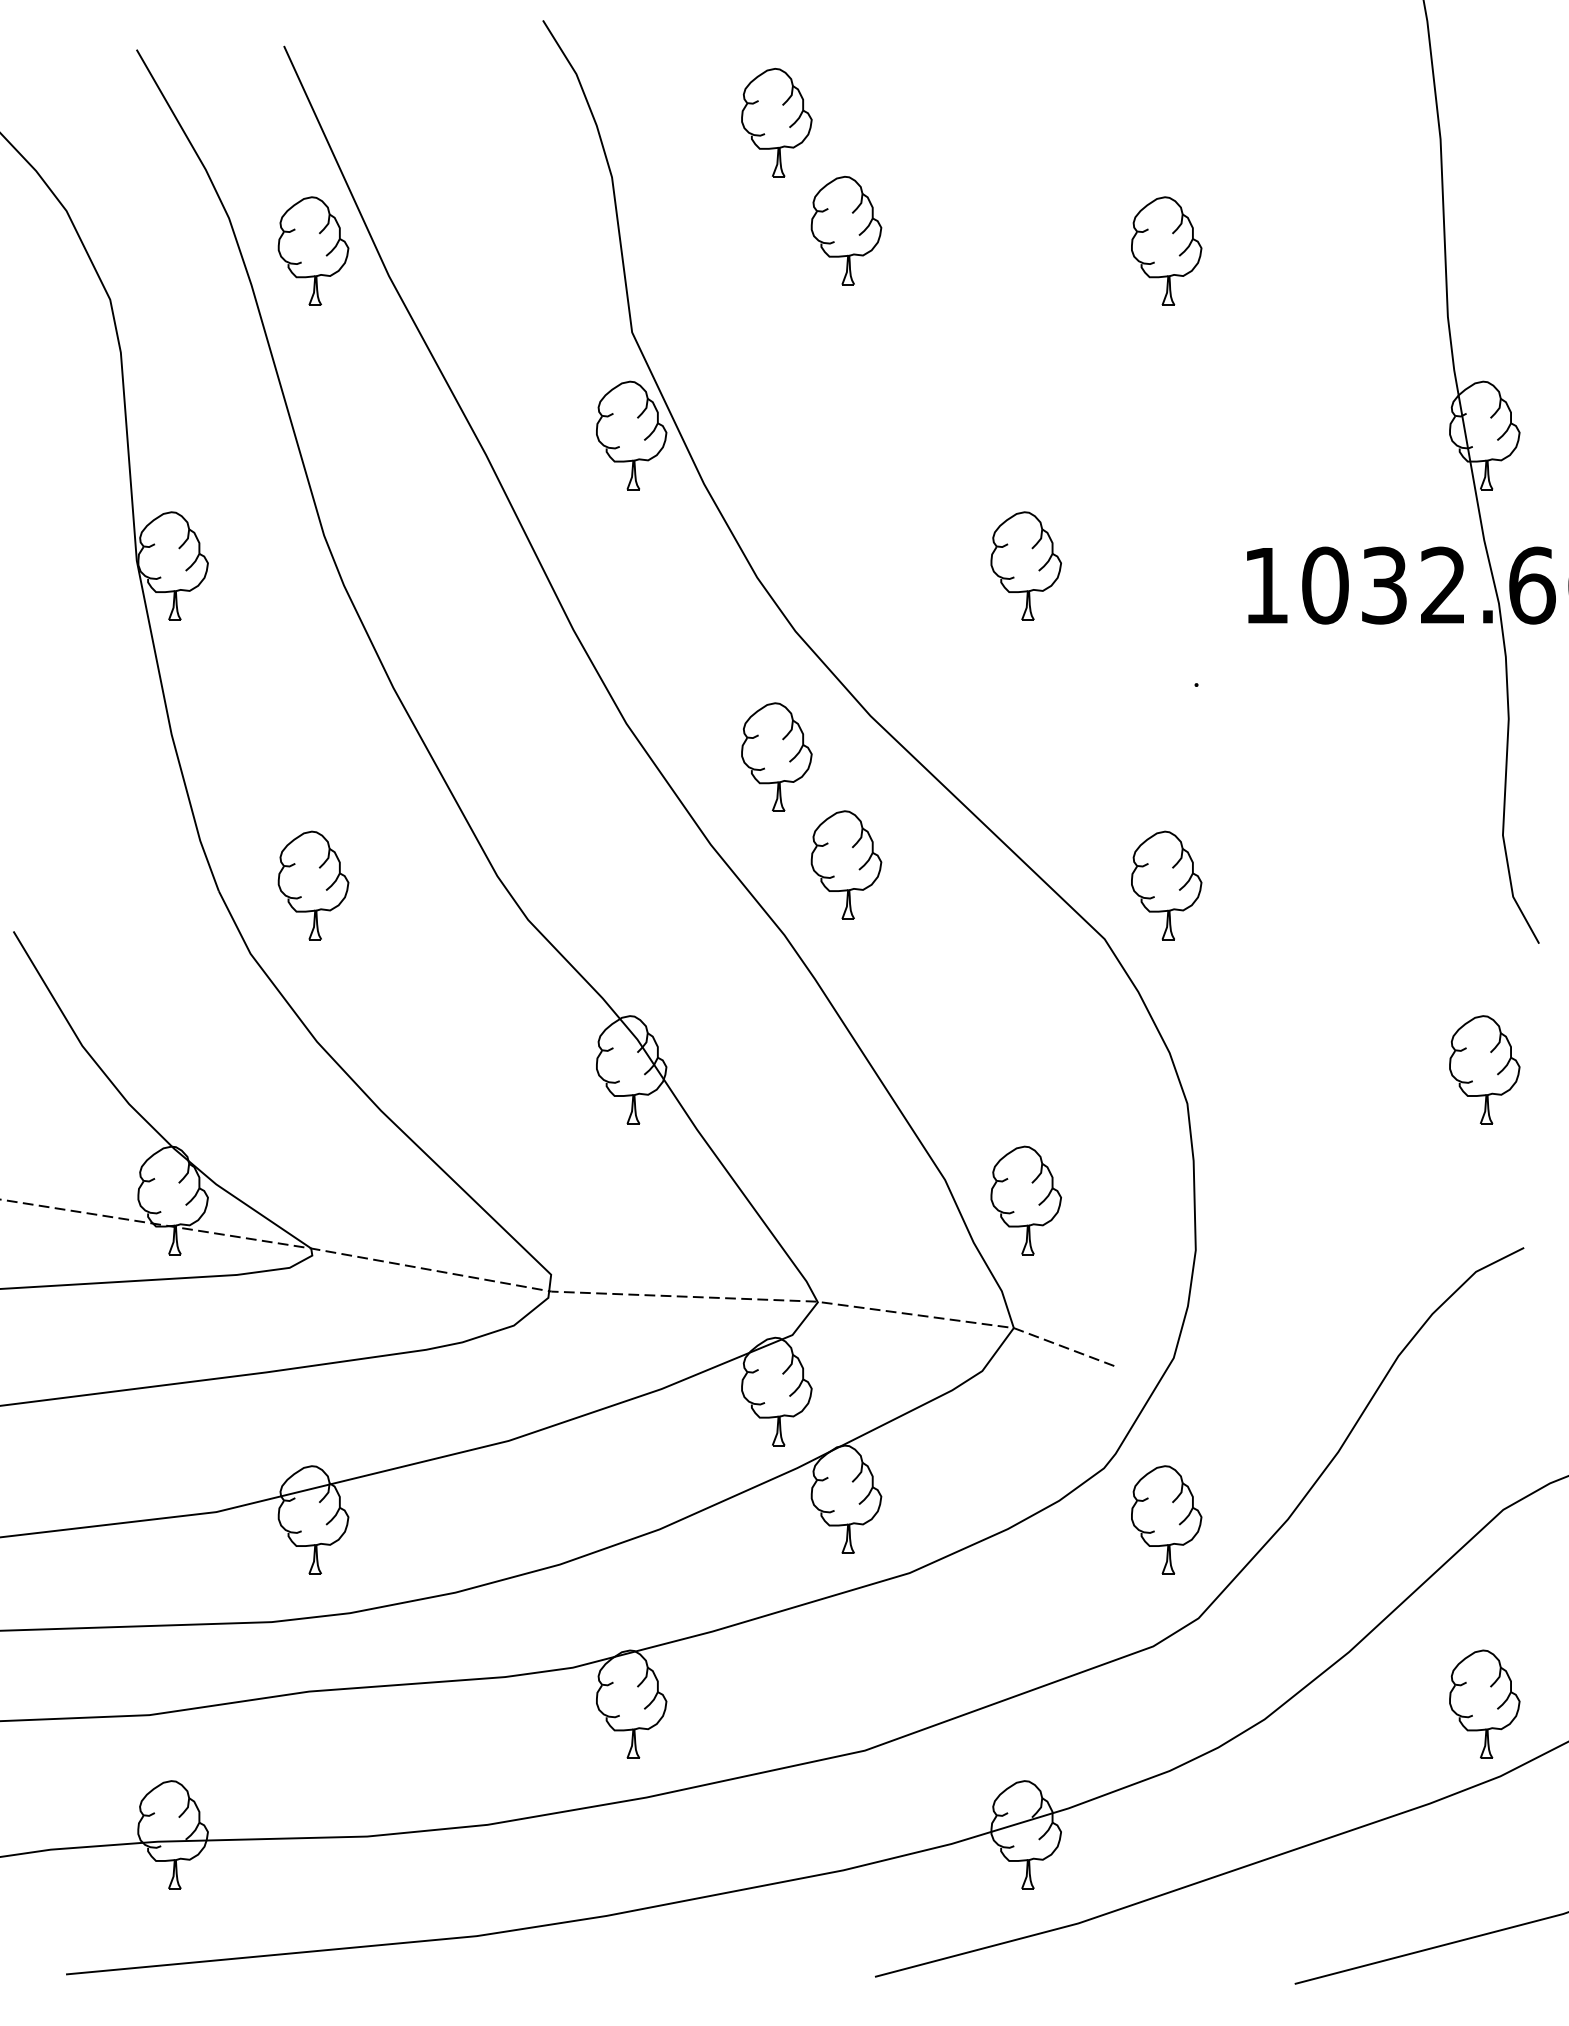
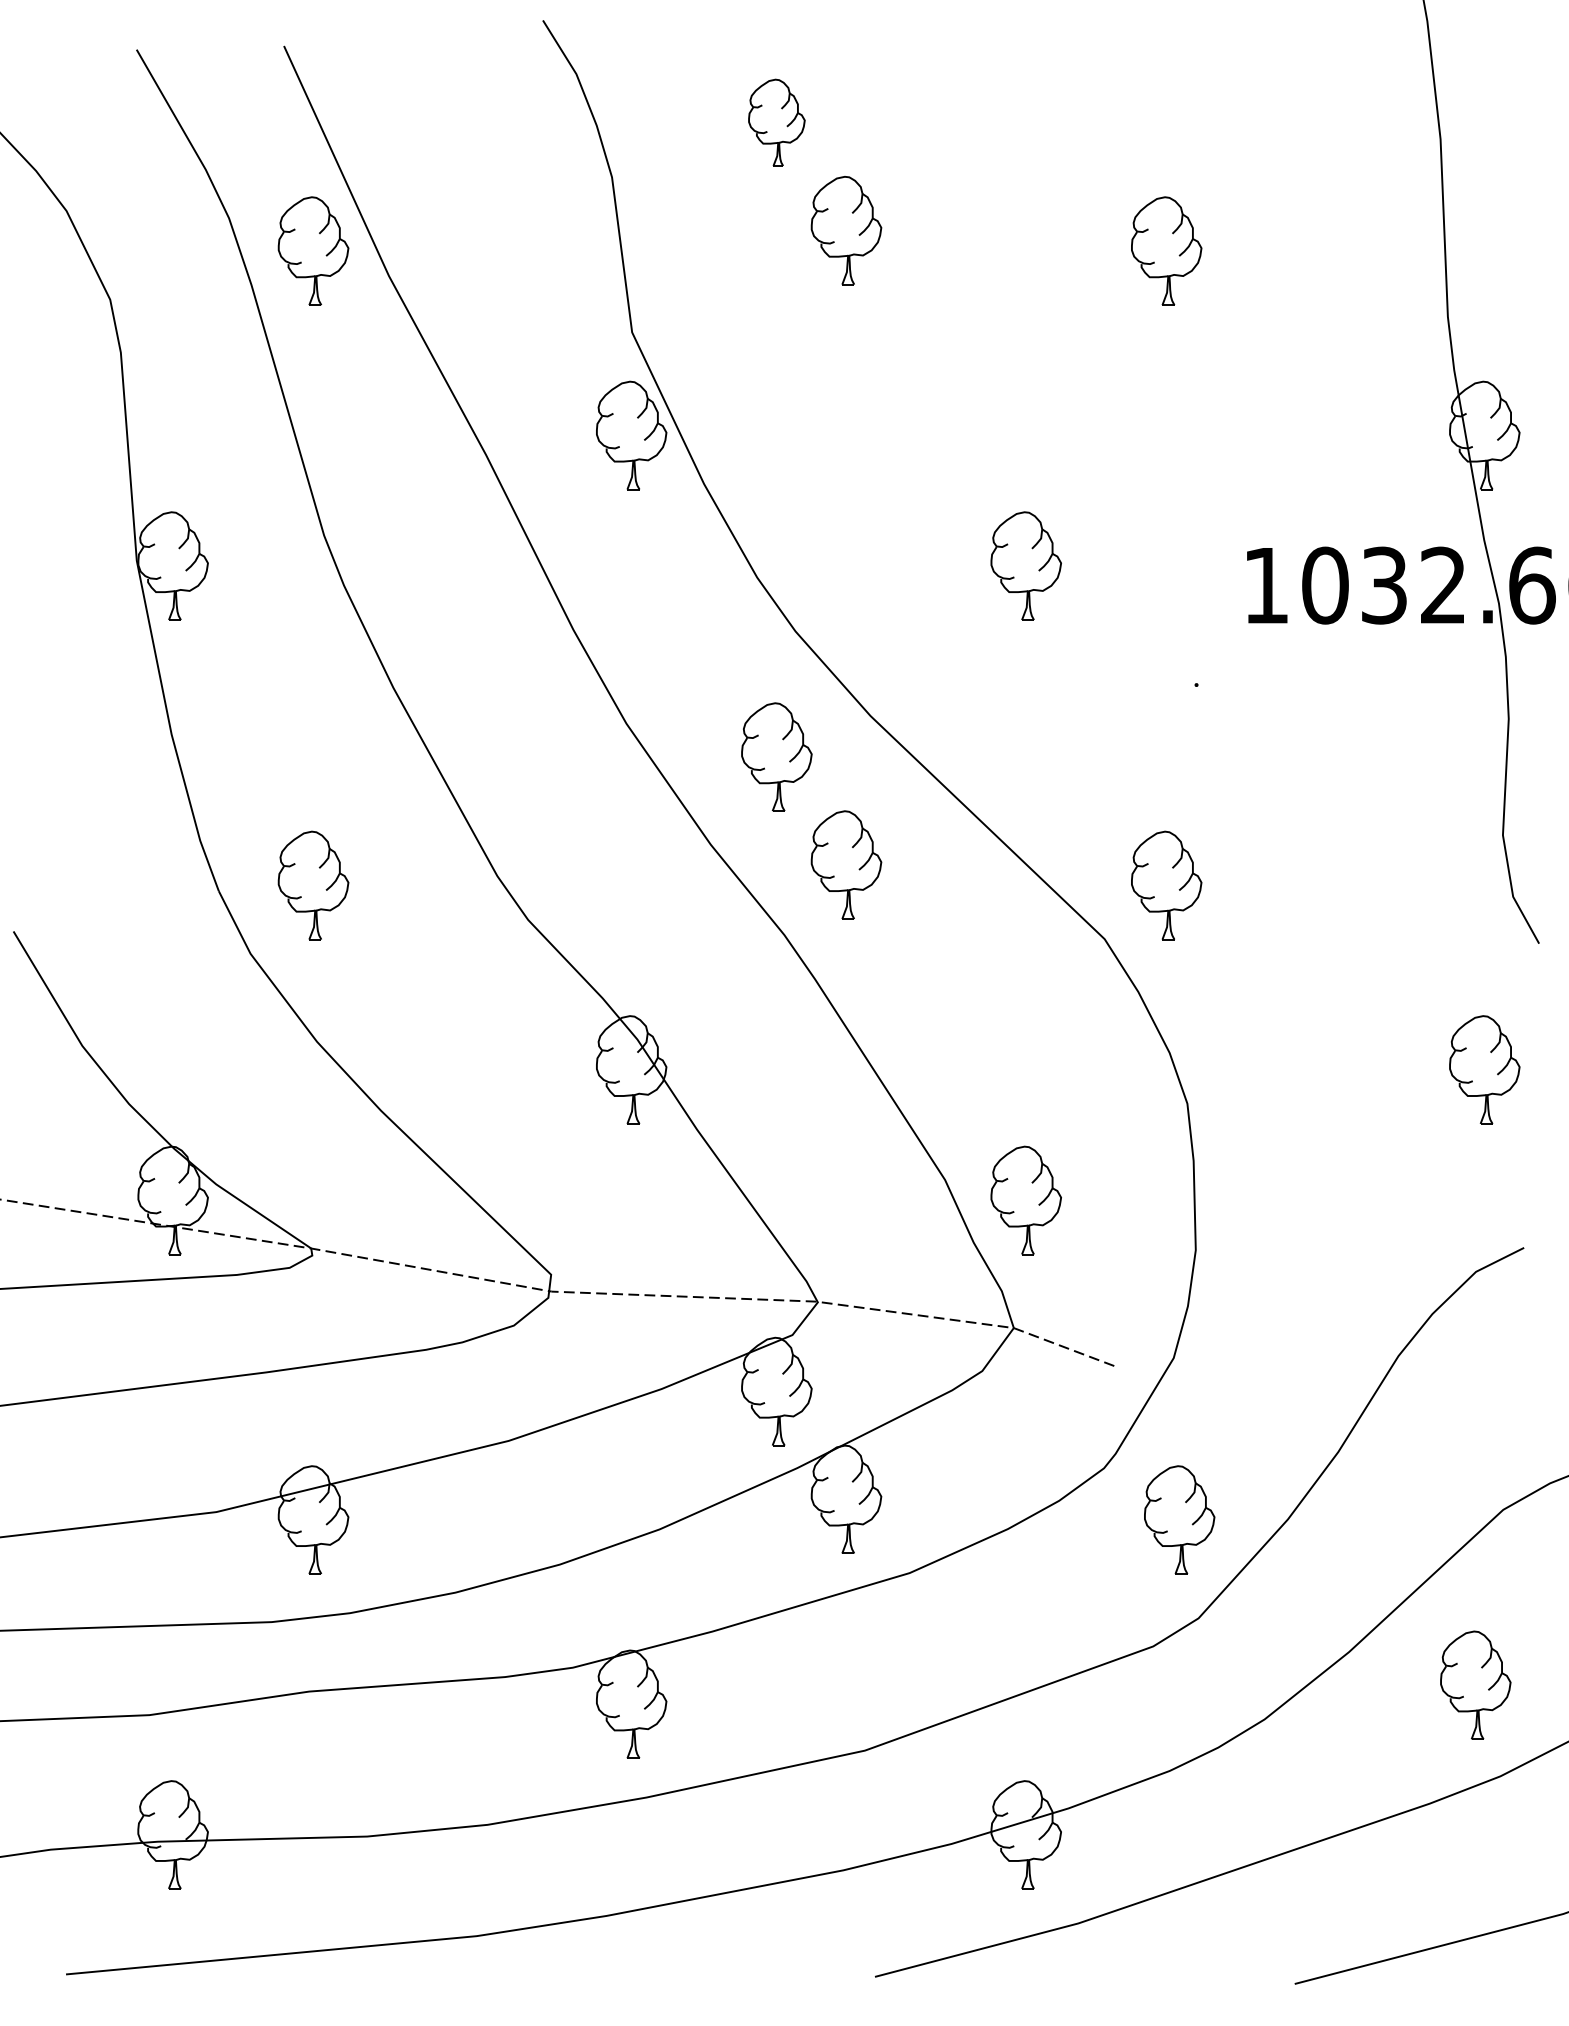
part at (776, 122) size: 72x110 px -> 58x89 px
part at (1166, 1519) position: (1166, 1519) -> (1179, 1519)
part at (1484, 1703) position: (1484, 1703) -> (1475, 1684)
